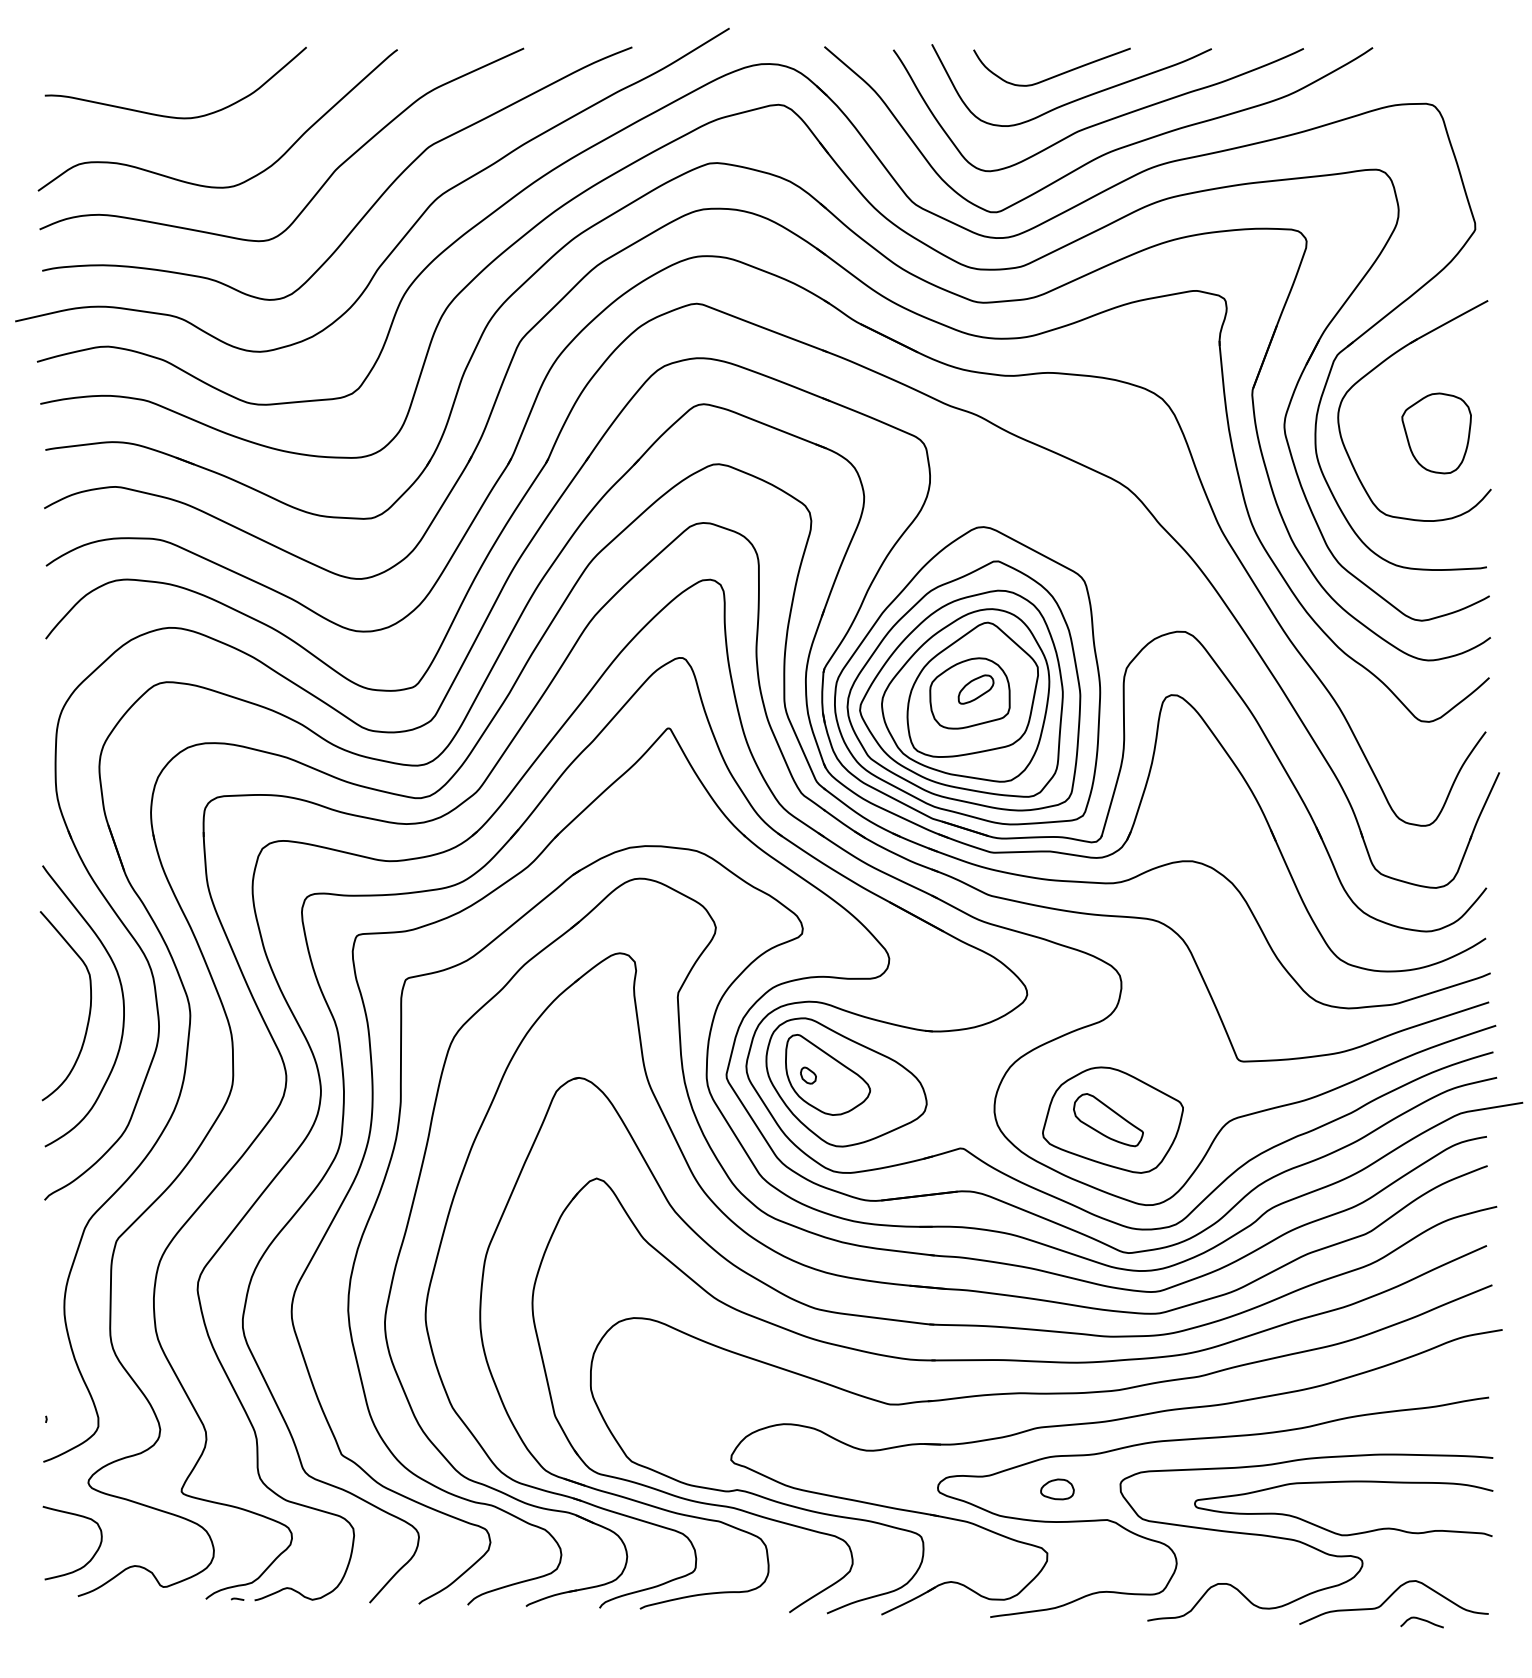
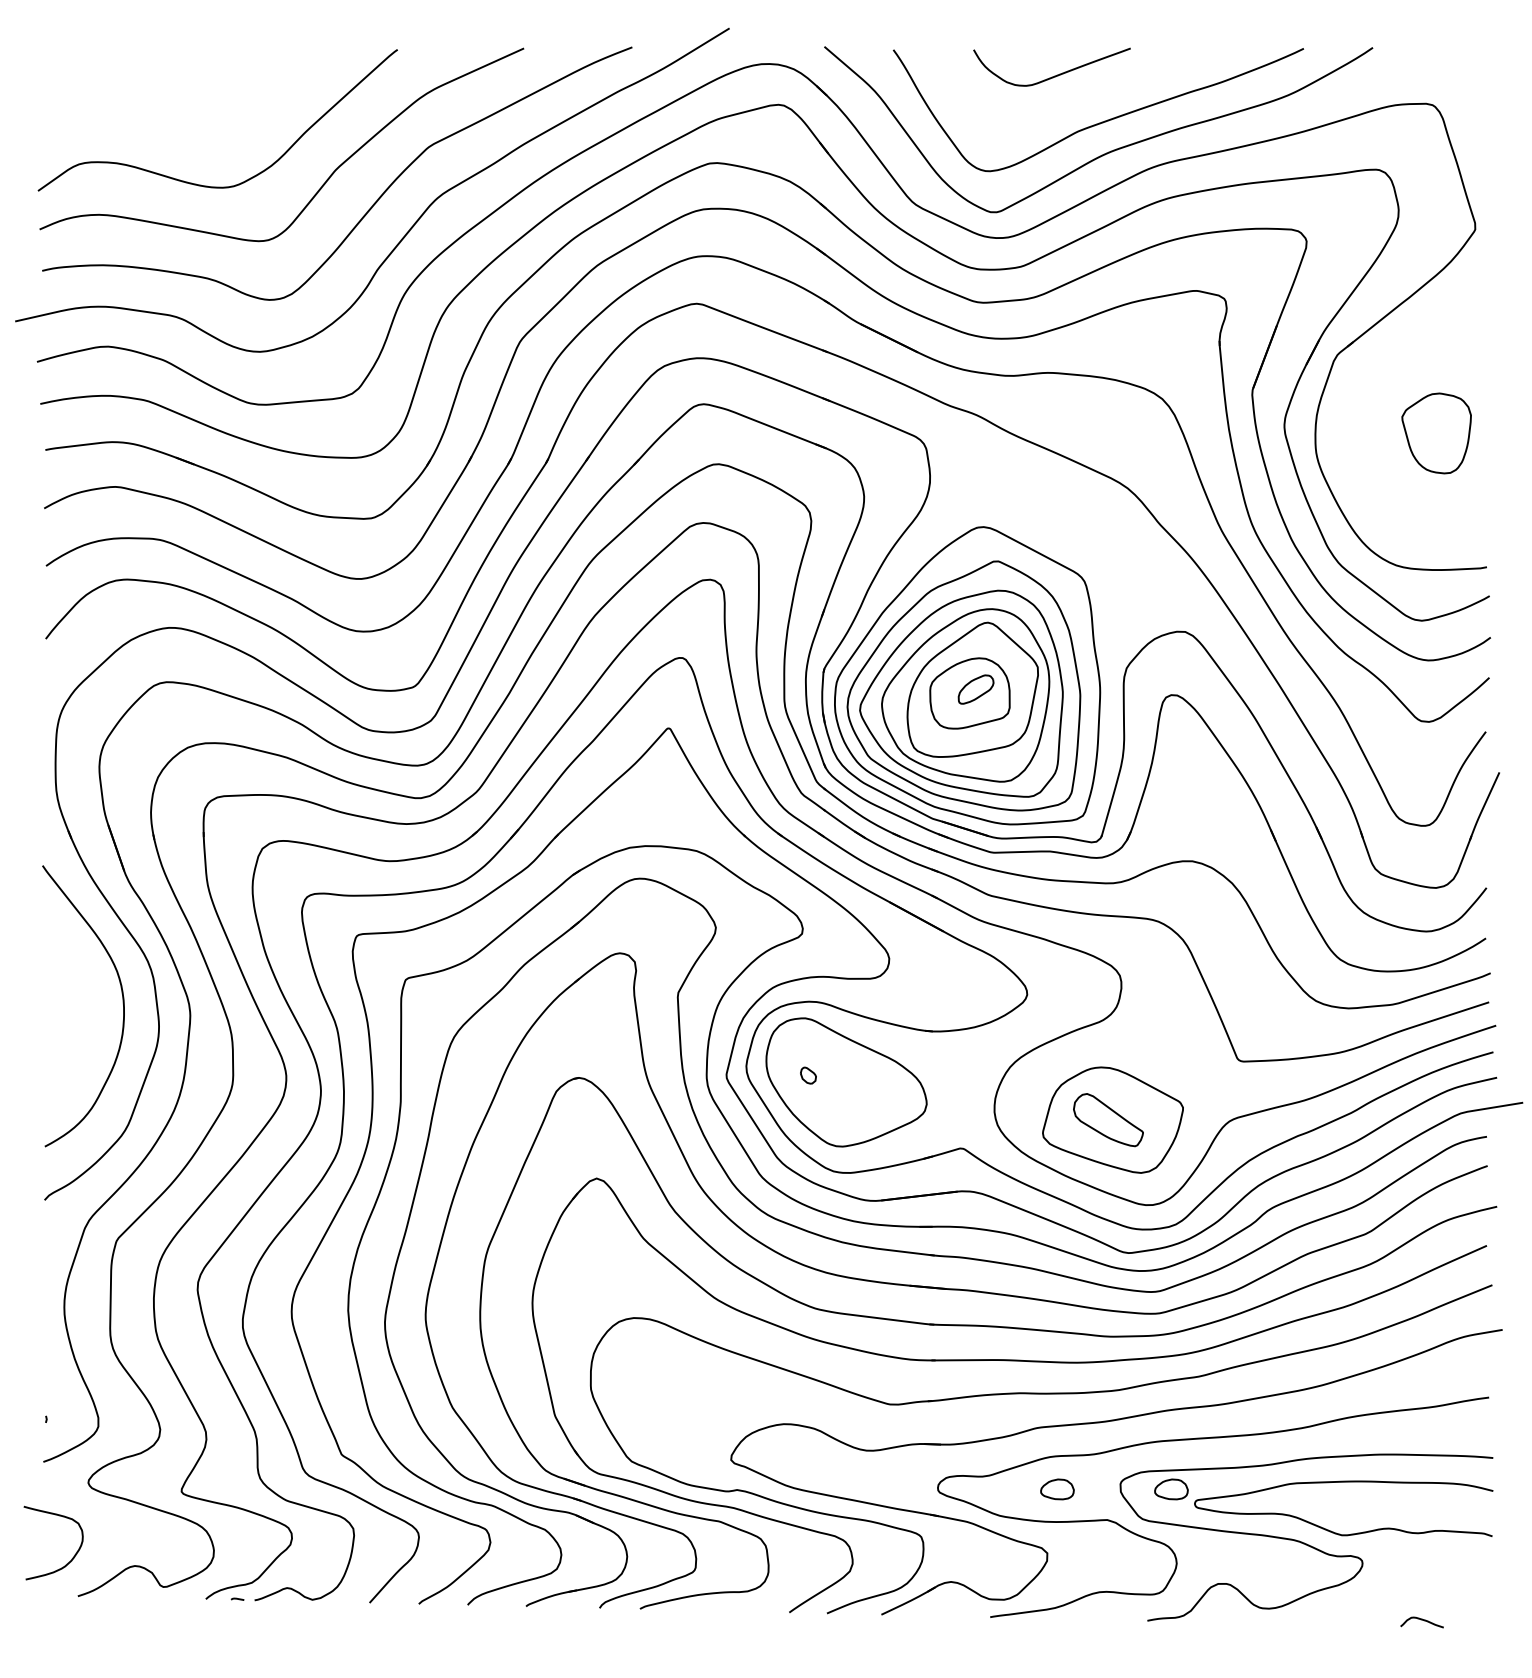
curve at (1075, 99): present -> none
curve at (174, 116): present -> none
part at (1380, 365): present -> none
curve at (89, 1006): present -> none
part at (827, 1074): present -> none
part at (1171, 1489): none -> present
curve at (90, 1558) position: (90, 1558) -> (71, 1558)
curve at (1389, 1598): present -> none
